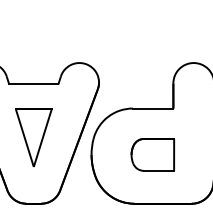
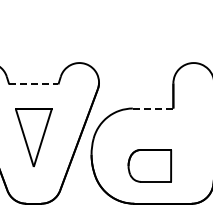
line at (33, 84): solid -> dashed
line at (152, 108): solid -> dashed
part at (152, 154) position: (152, 154) -> (149, 165)
